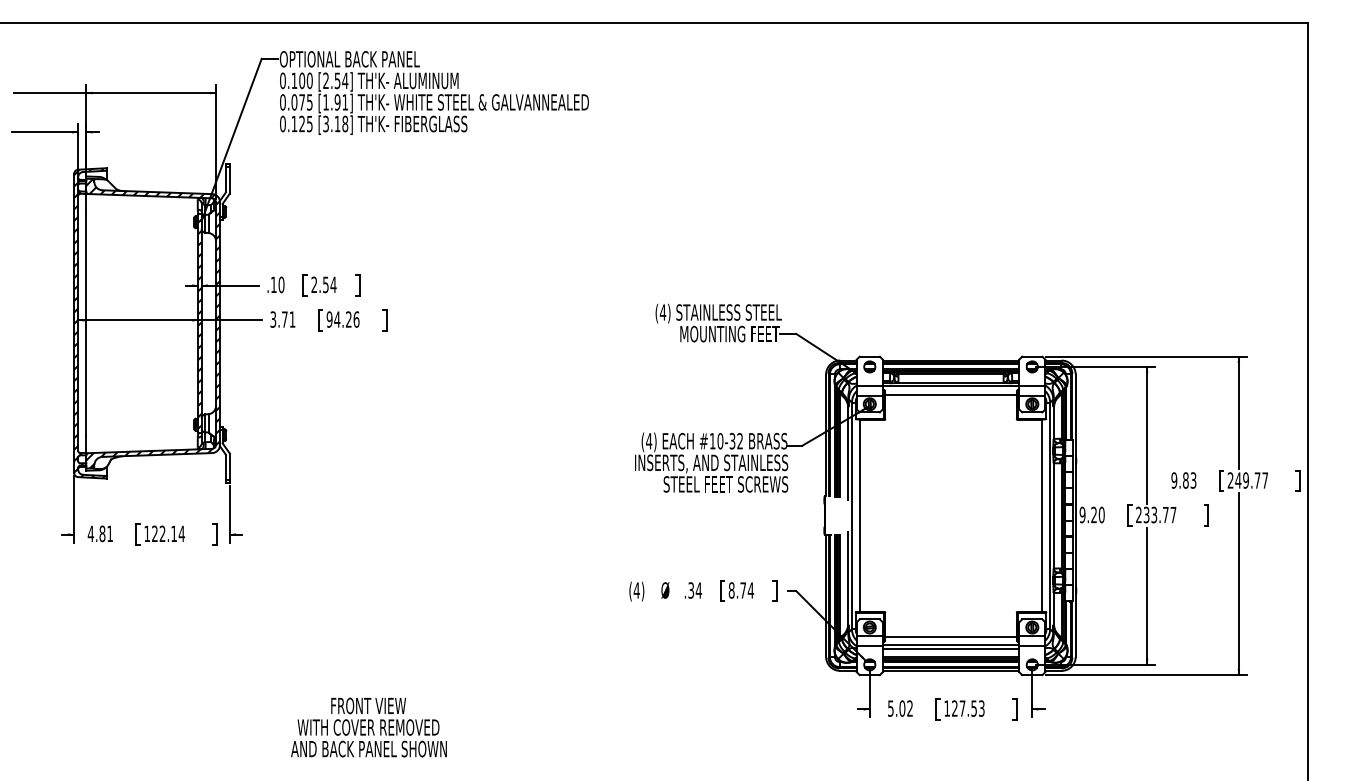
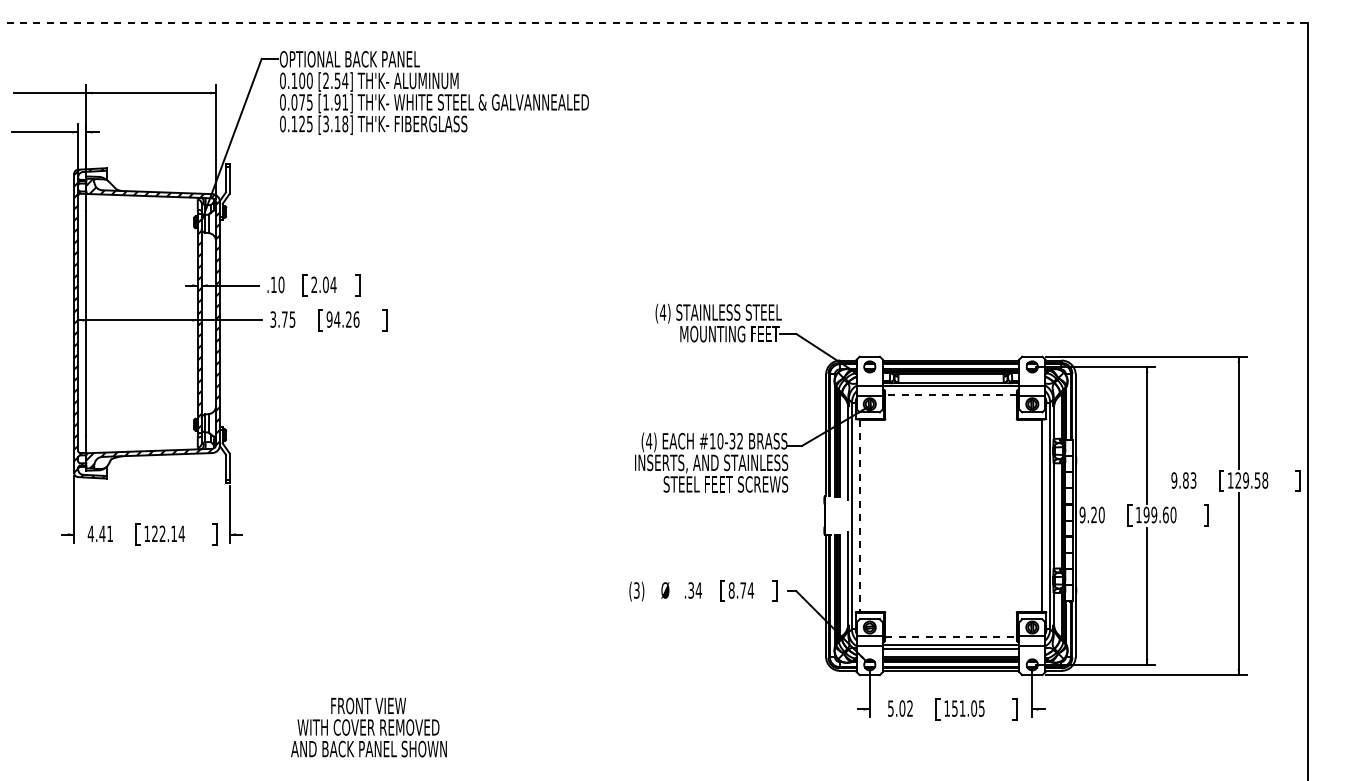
line at (654, 23): solid -> dashed
text at (325, 284): 2.54 -> 2.04
text at (292, 319): 3.71 -> 3.75
line at (951, 394): solid -> dashed
text at (1247, 480): 249.77 -> 129.58
text at (1156, 514): 233.77 -> 199.60
line at (860, 516): solid -> dashed
text at (102, 533): 4.81 -> 4.41
text at (636, 590): (4) -> (3)
line at (951, 637): solid -> dashed
text at (968, 708): 127.53 -> 151.05
